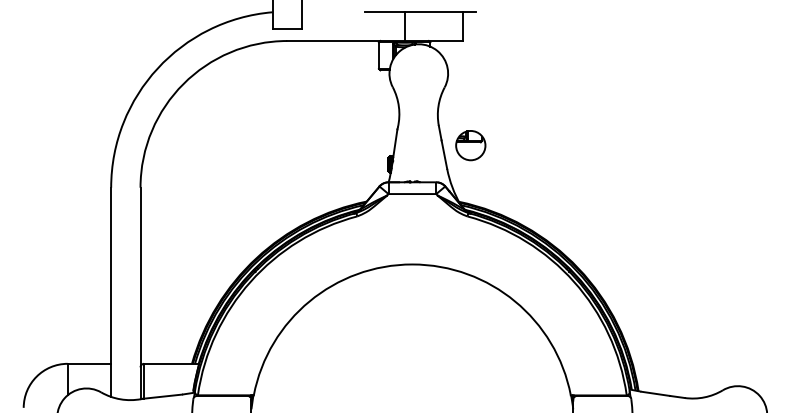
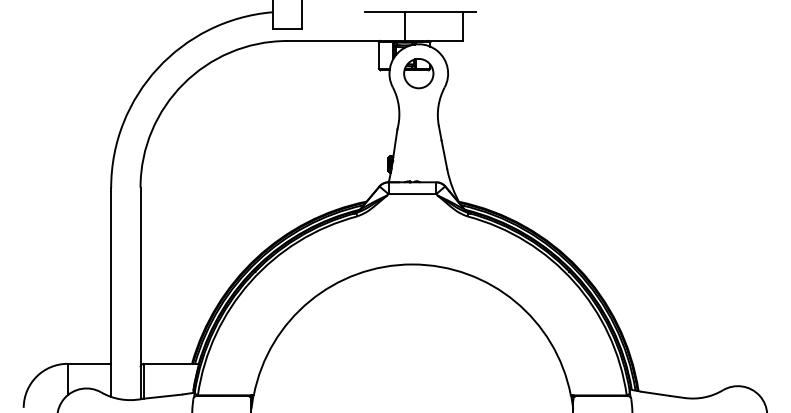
part at (470, 145) position: (470, 145) -> (418, 73)
